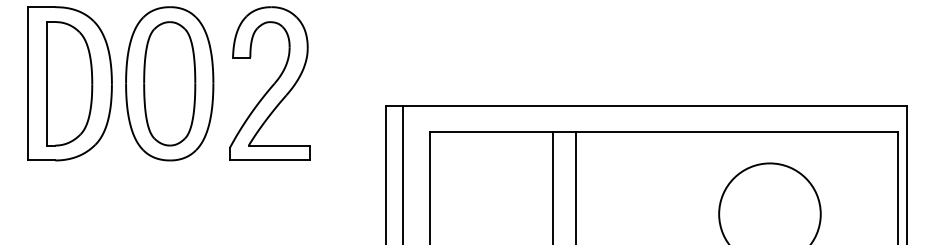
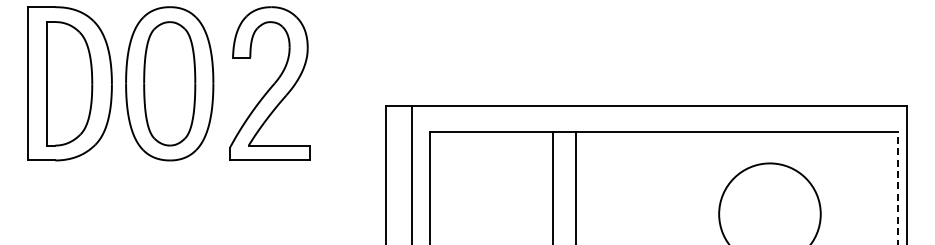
line at (403, 173) position: (403, 173) -> (412, 173)
line at (898, 188): solid -> dashed
